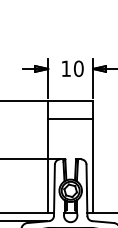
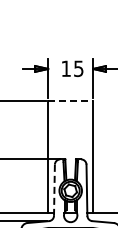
text at (78, 68): 10 -> 15
line at (71, 101): solid -> dashed
line at (70, 119): present -> none
line at (54, 190): solid -> dashed
